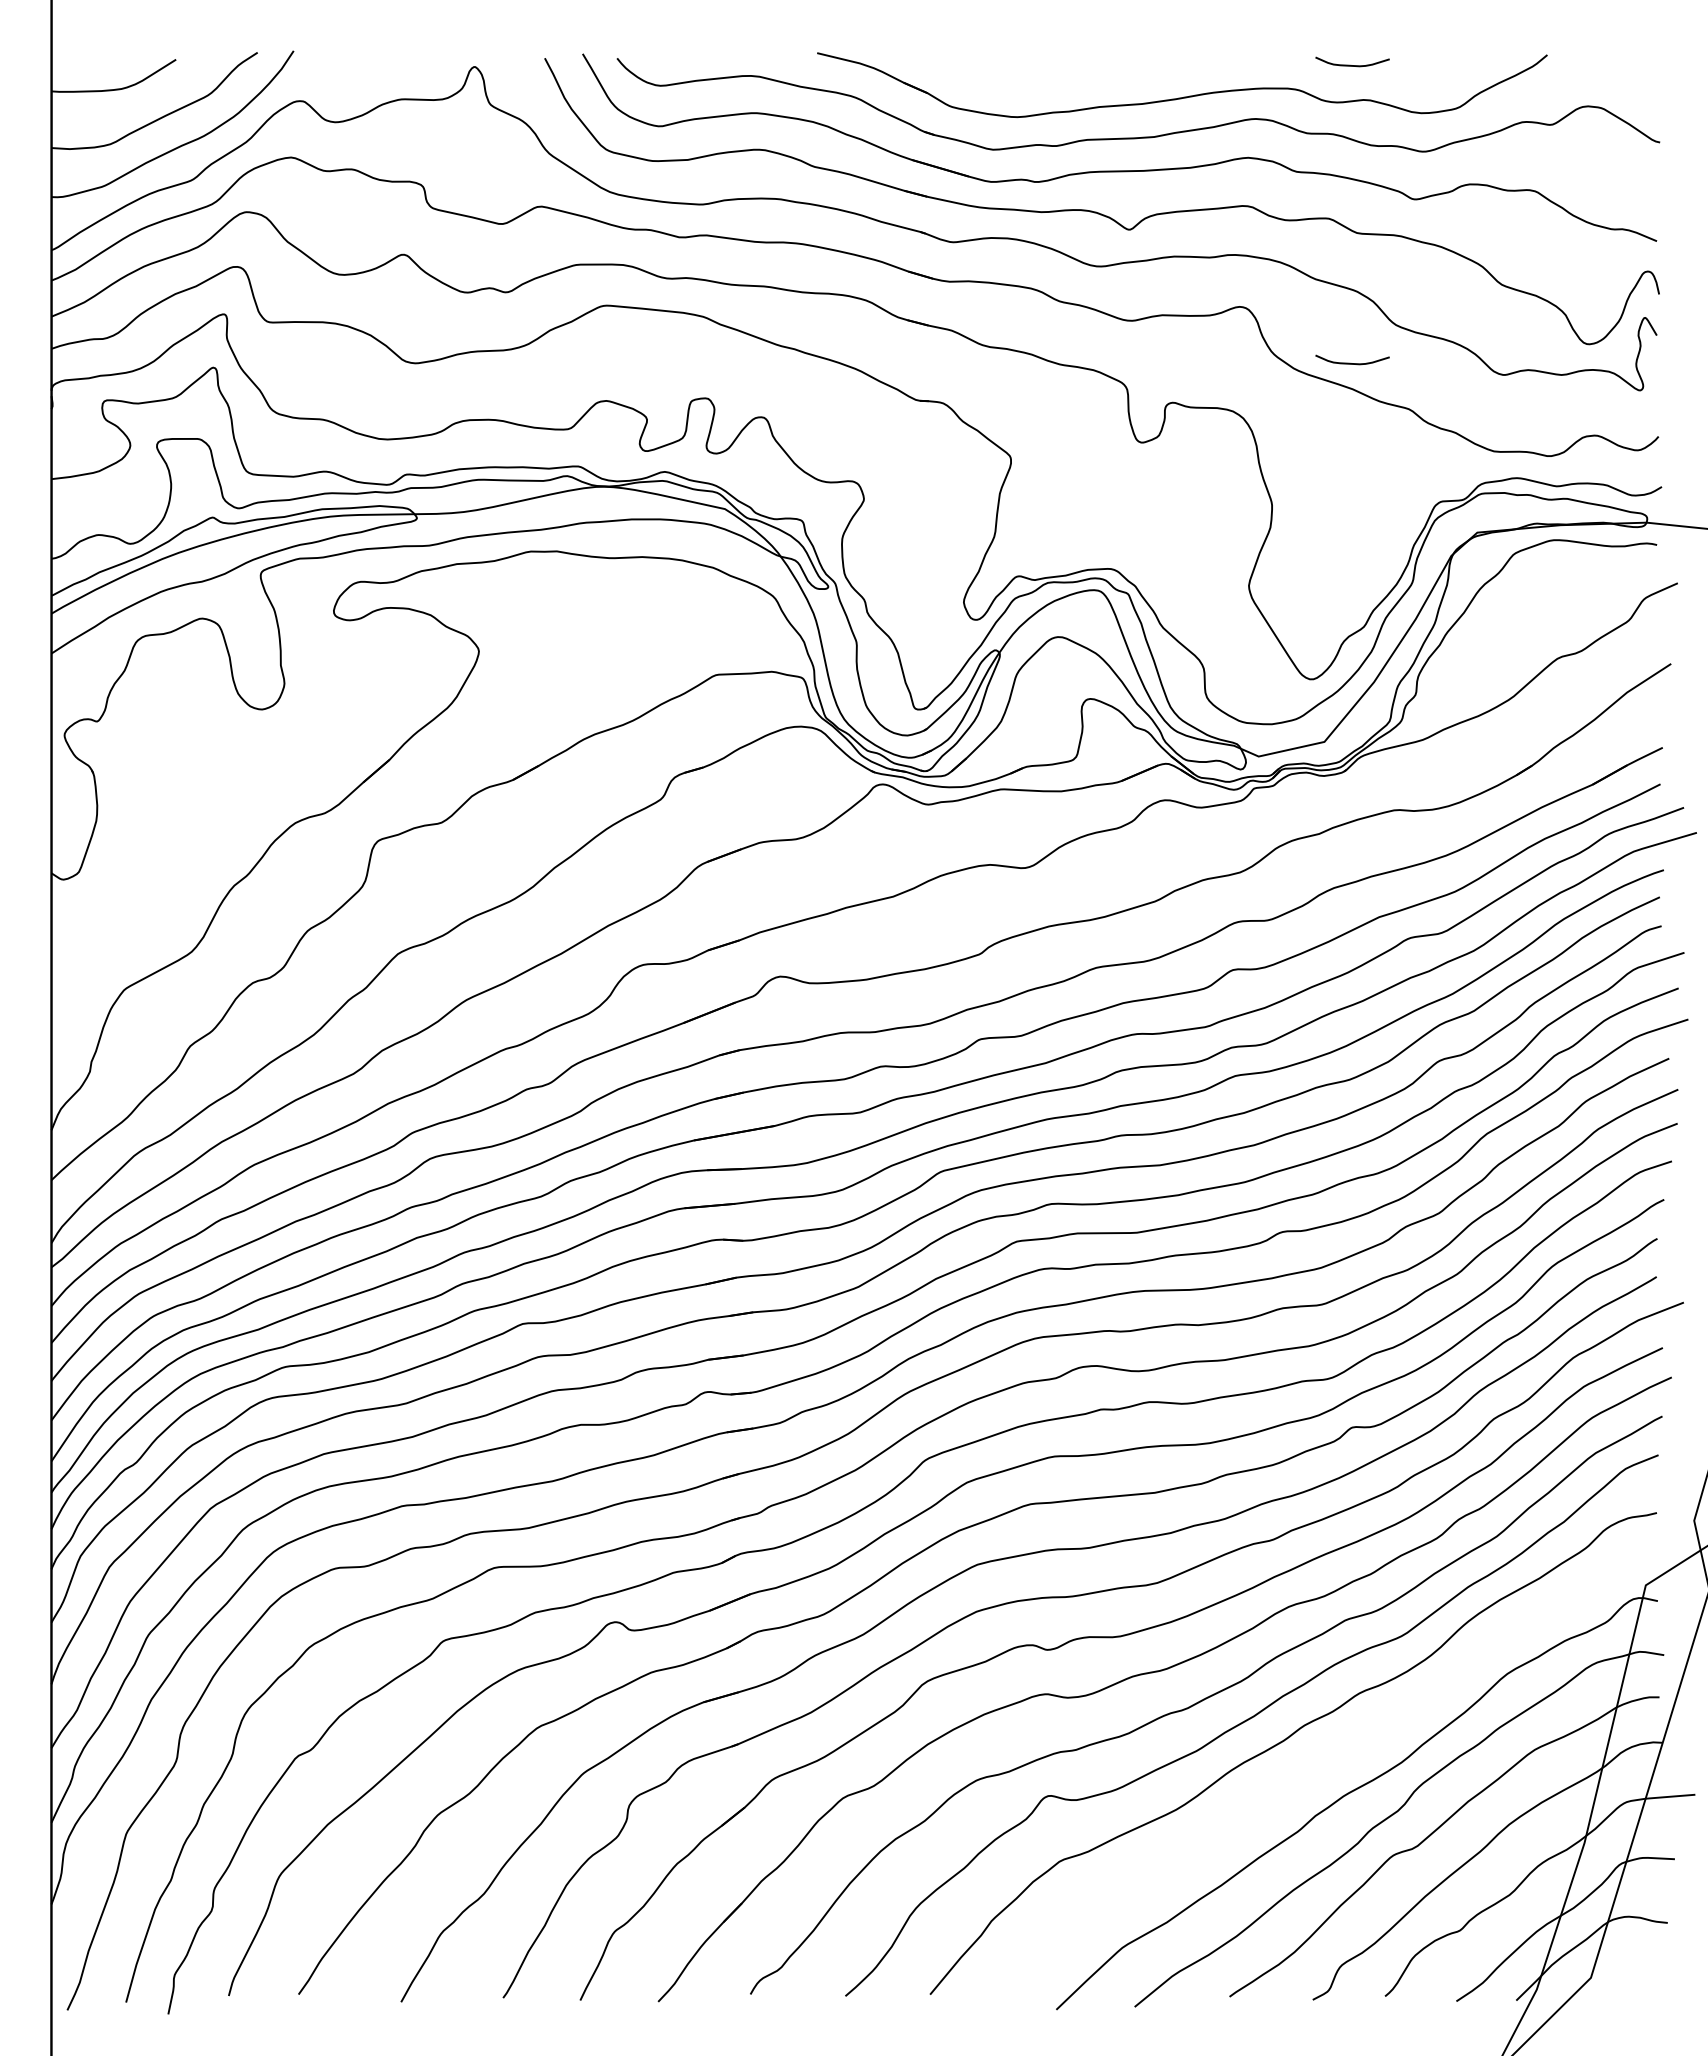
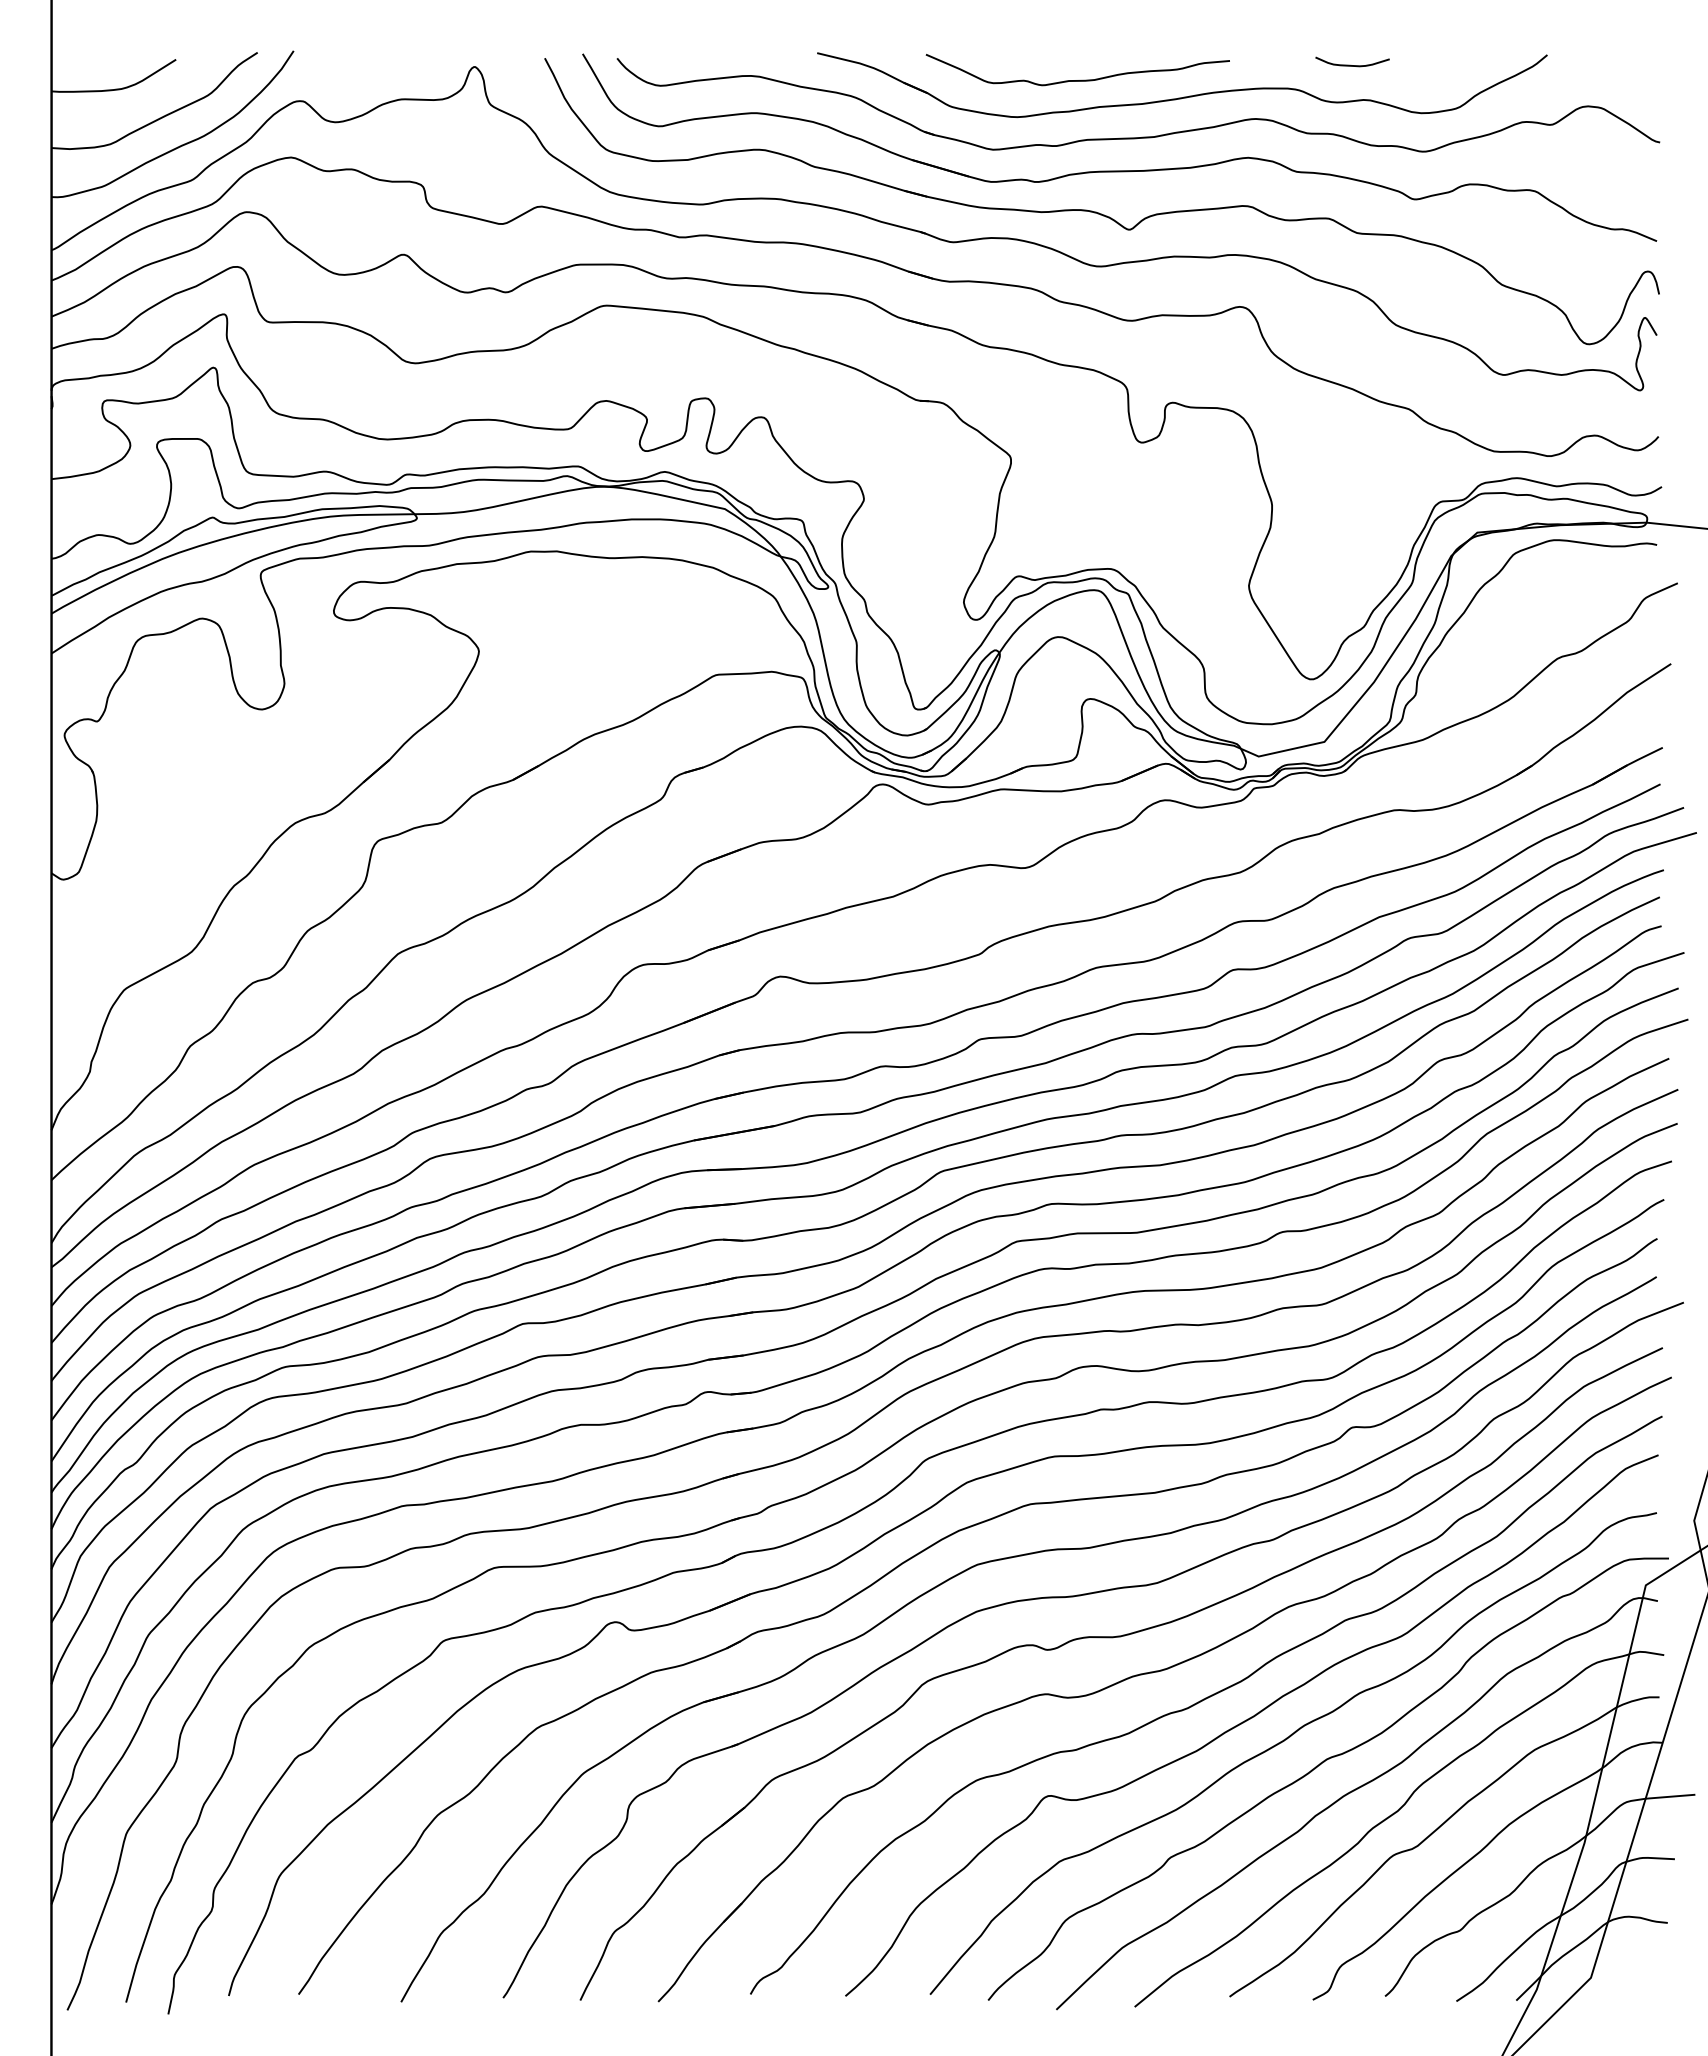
curve at (1081, 79): none -> present
curve at (1350, 362): present -> none
curve at (1320, 1765): none -> present
